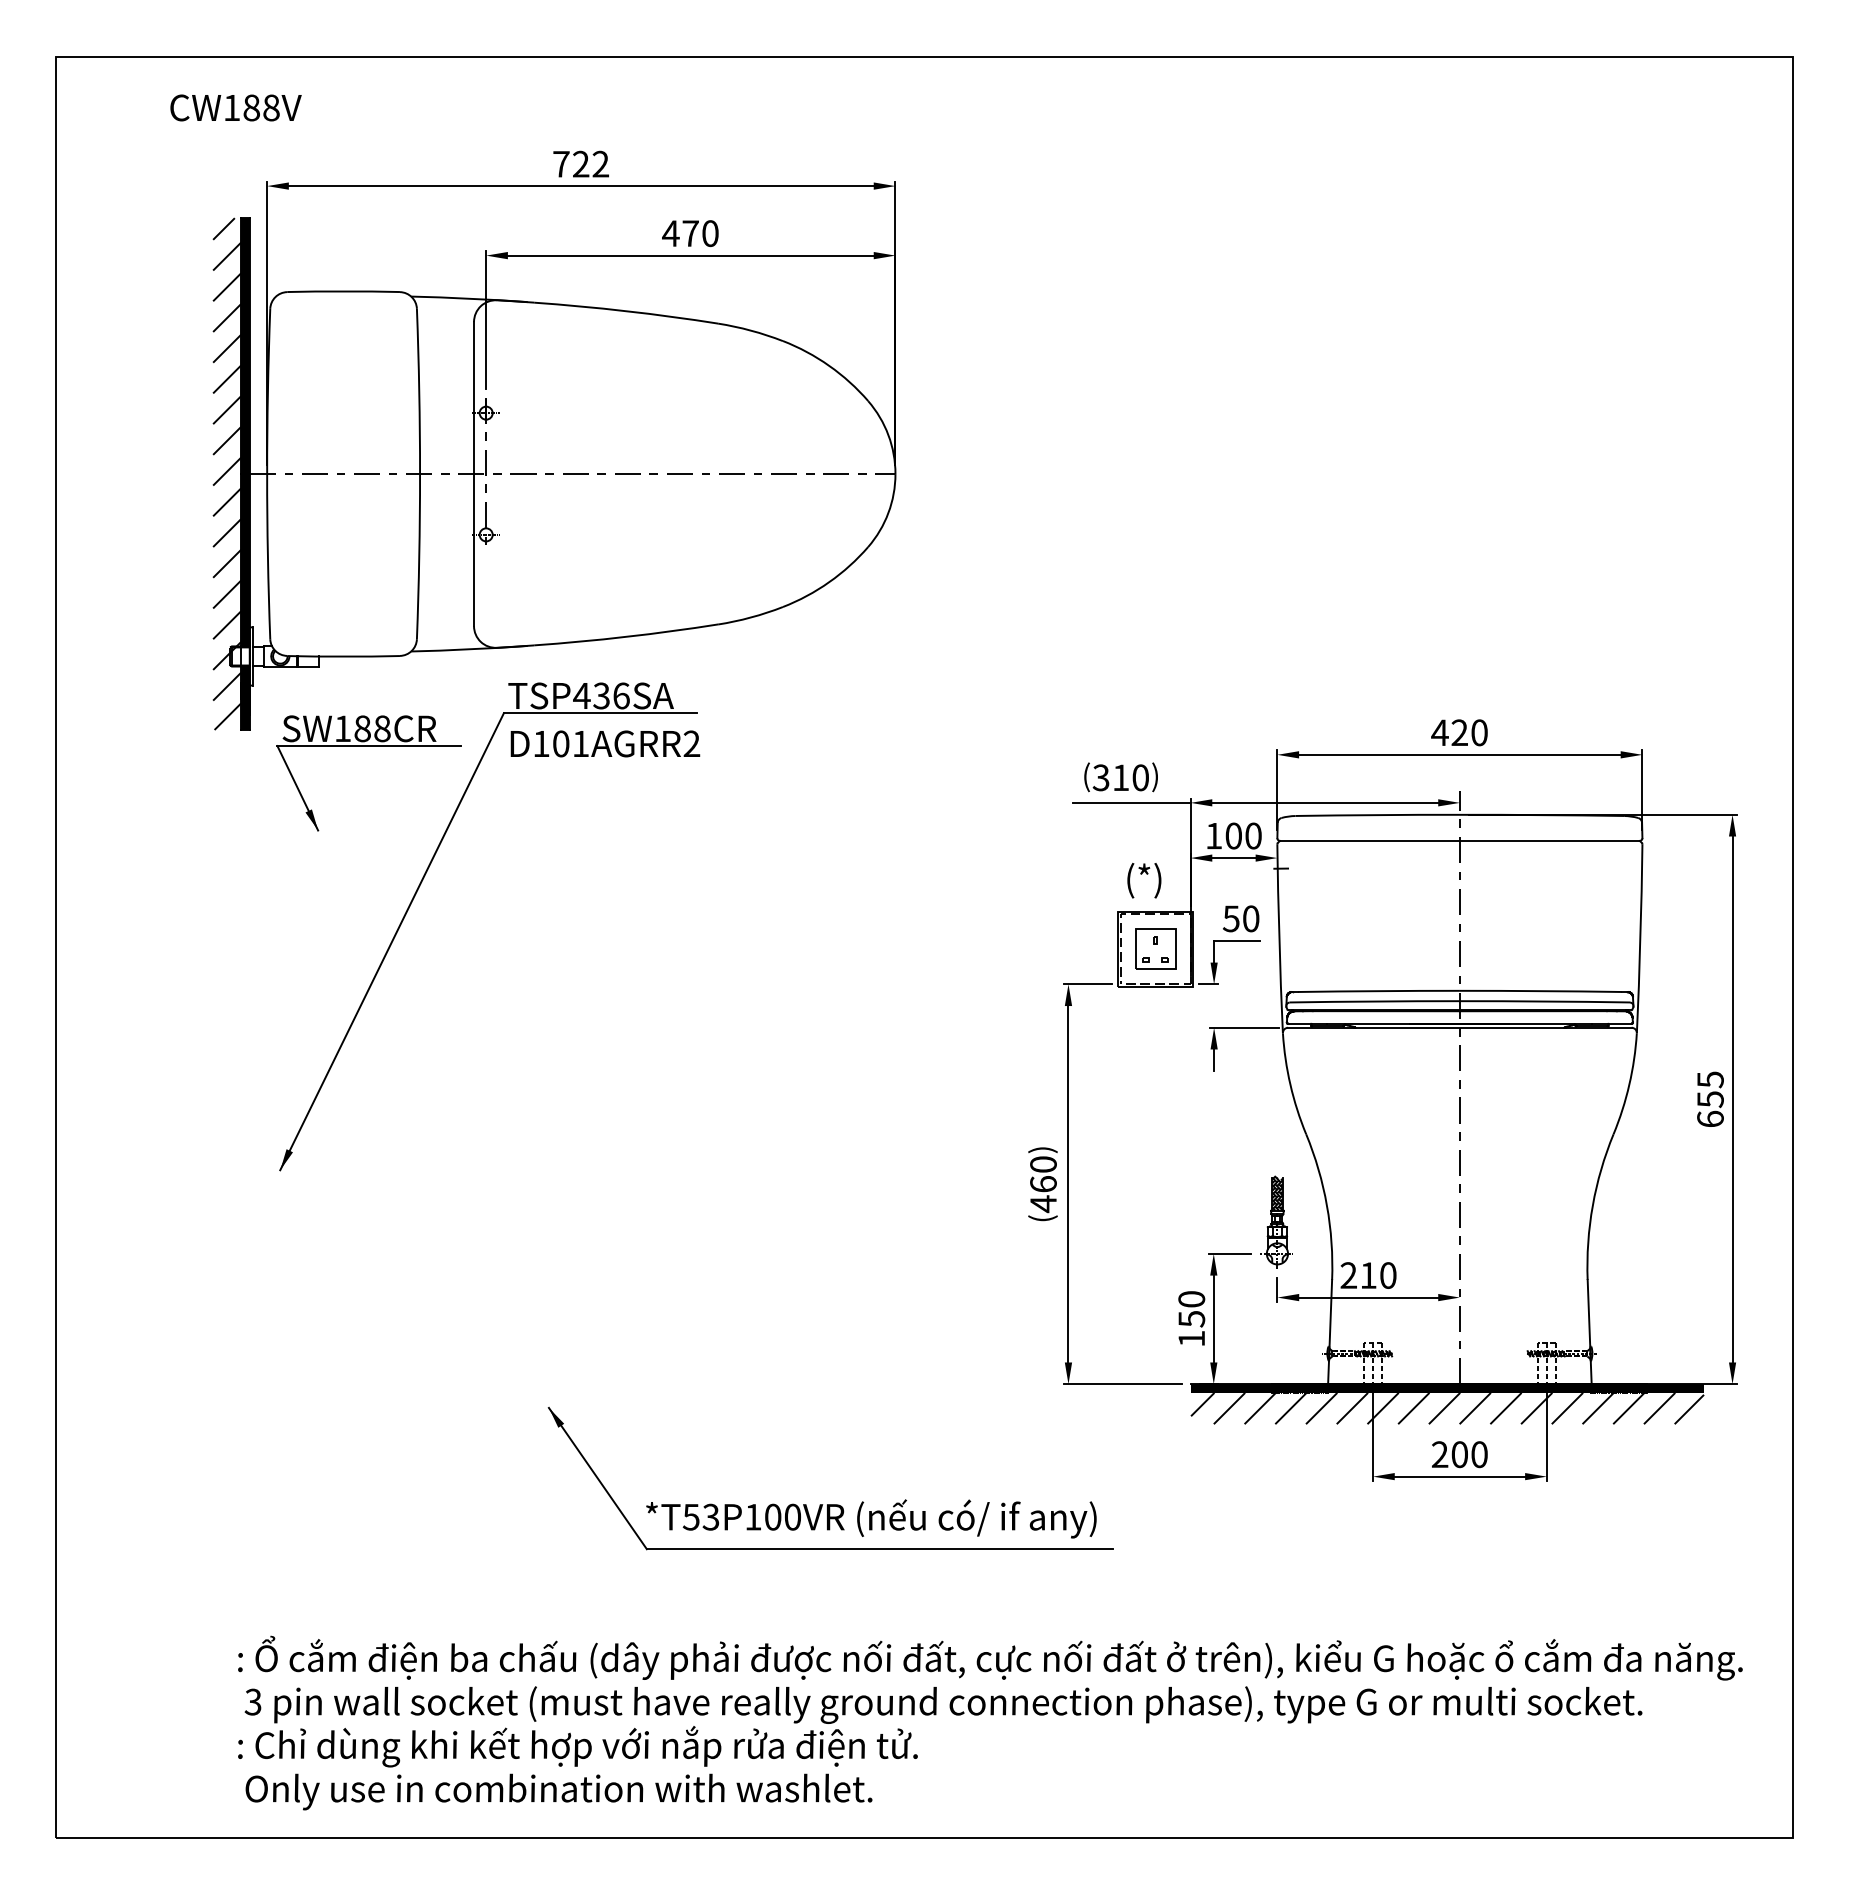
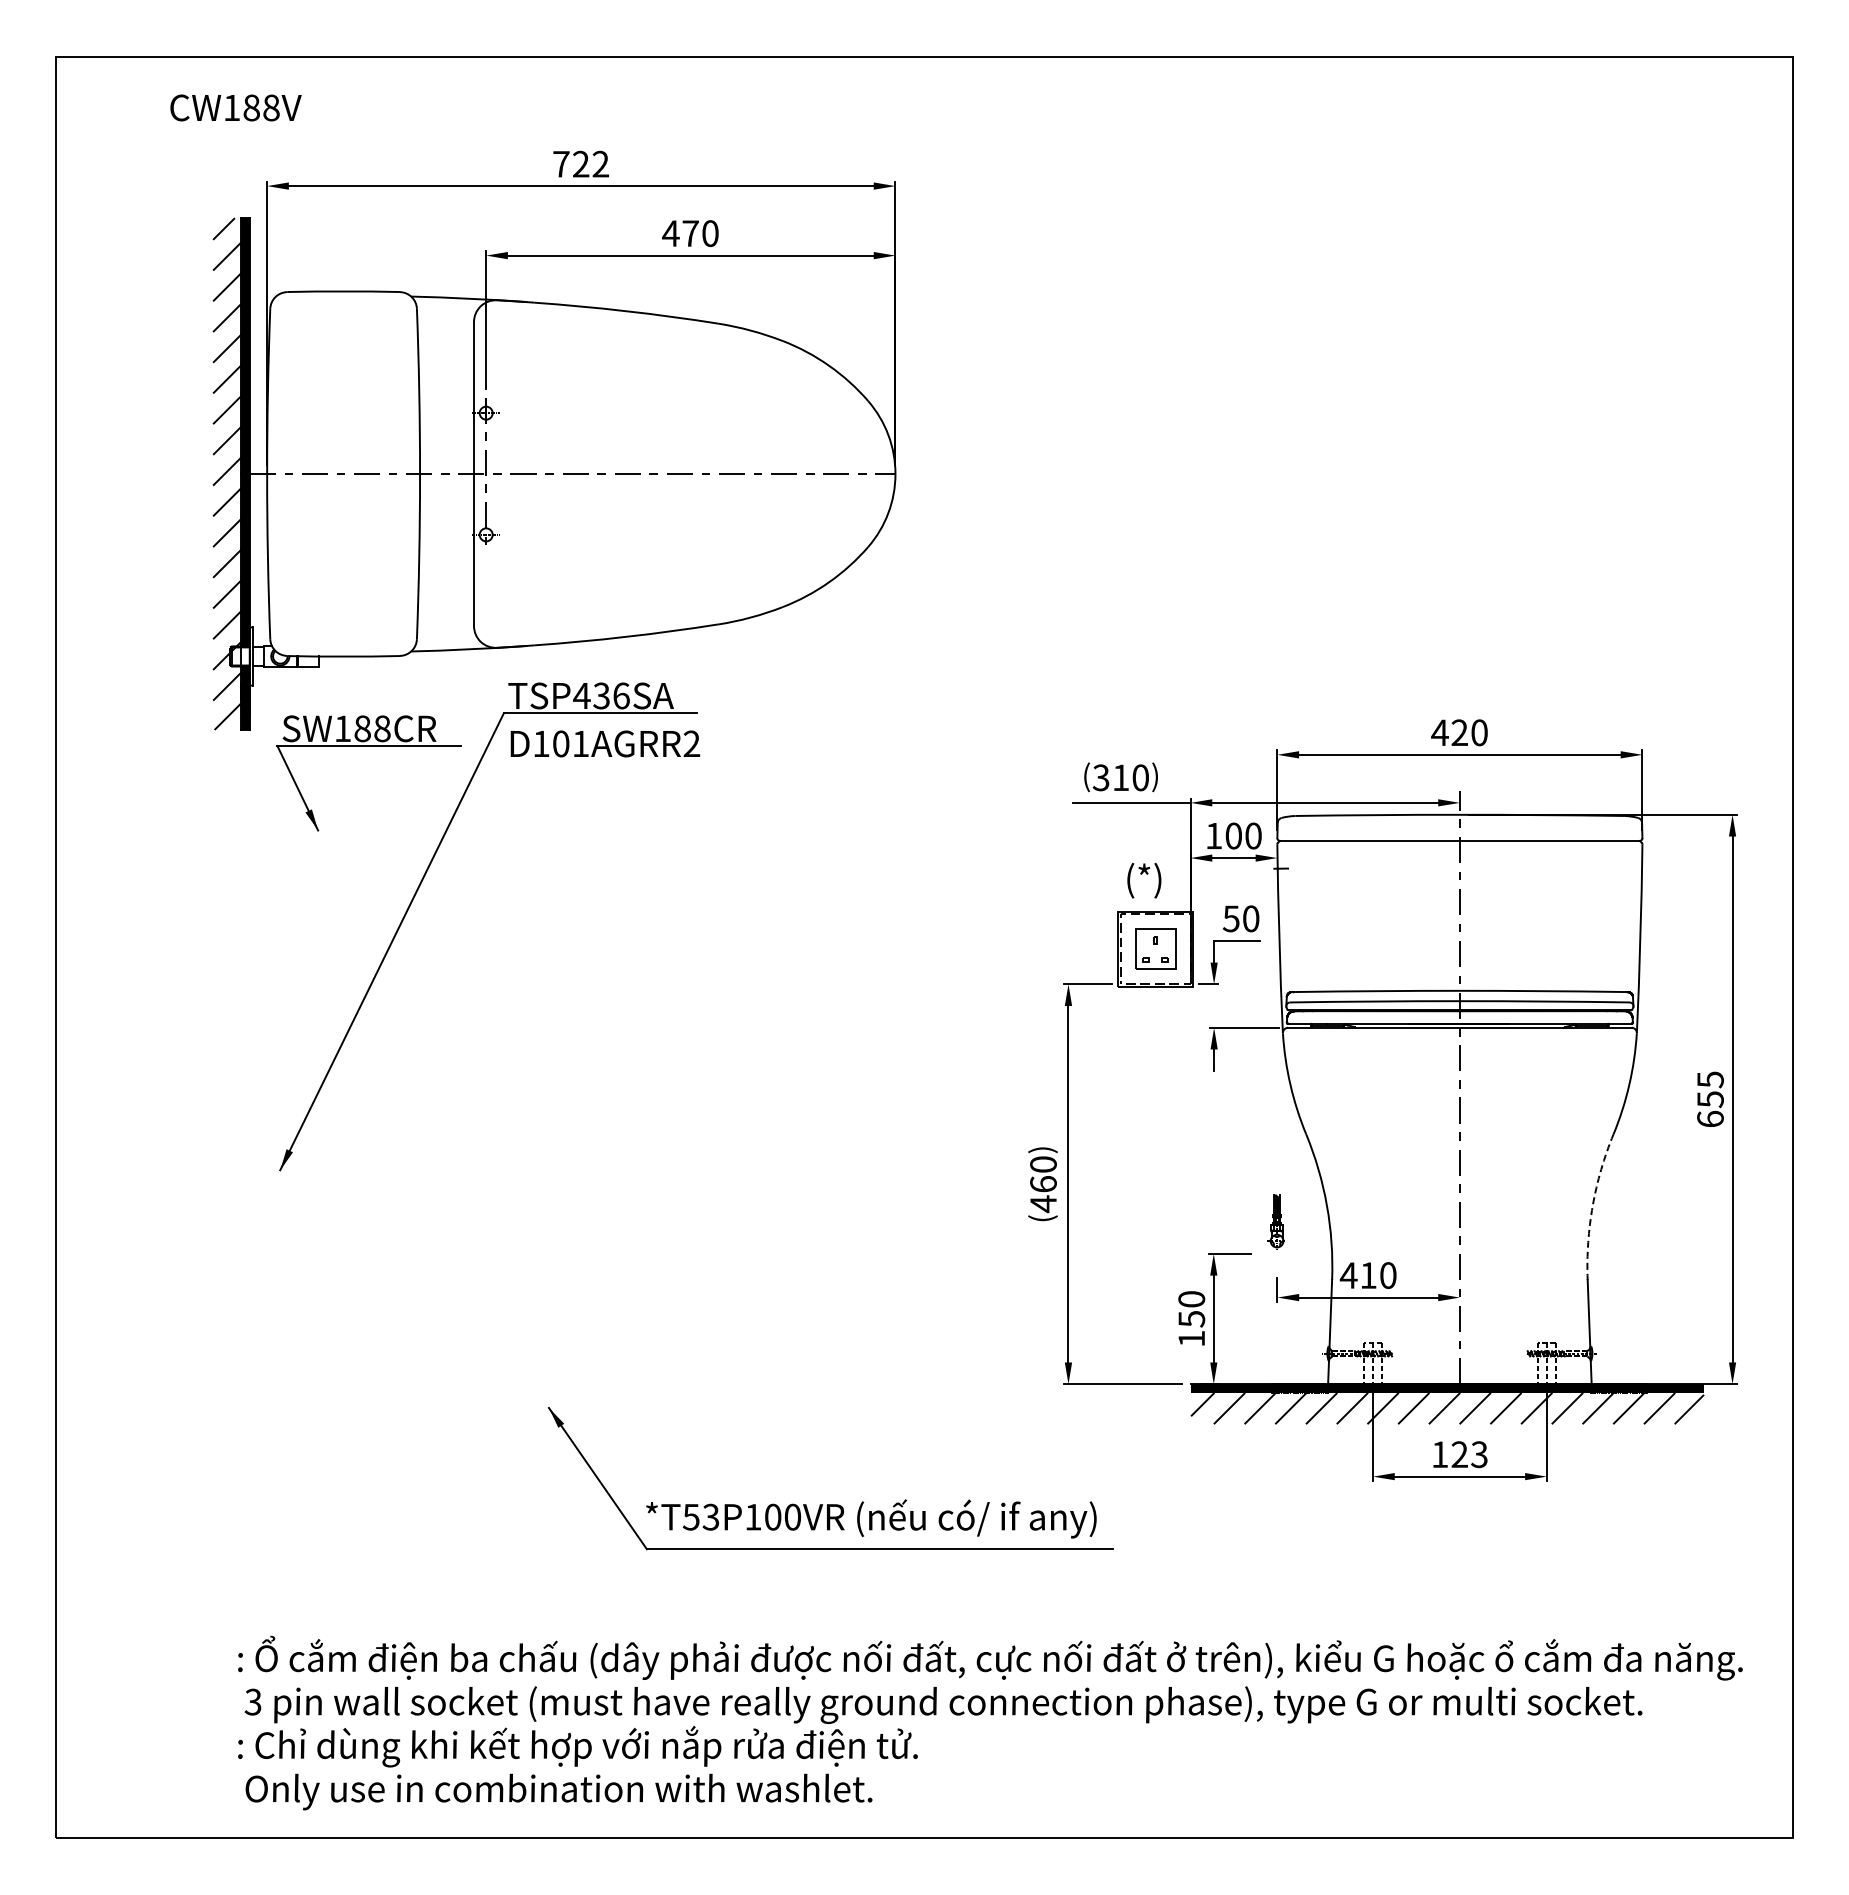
arc at (1592, 1205): solid -> dashed
part at (1276, 1221) size: 33x94 px -> 18x56 px
text at (1348, 1275): 210 -> 410
text at (1459, 1454): 200 -> 123
